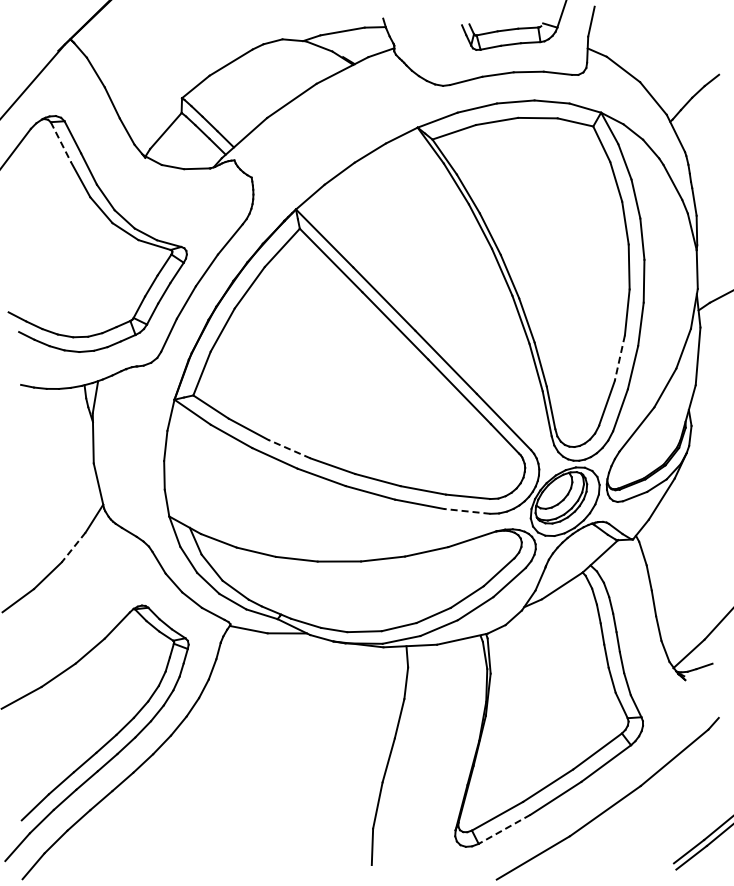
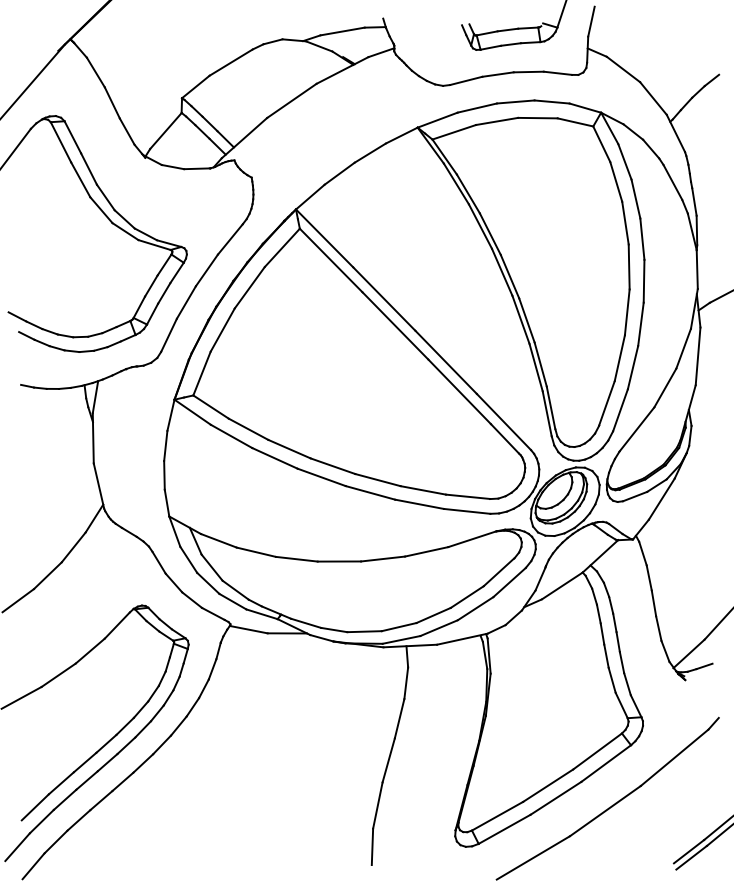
line at (60, 142): dashed -> solid
line at (619, 358): dashed -> solid
line at (289, 448): dashed -> solid
line at (466, 511): dashed -> solid
line at (73, 547): dashed -> solid
line at (504, 829): dashed -> solid
